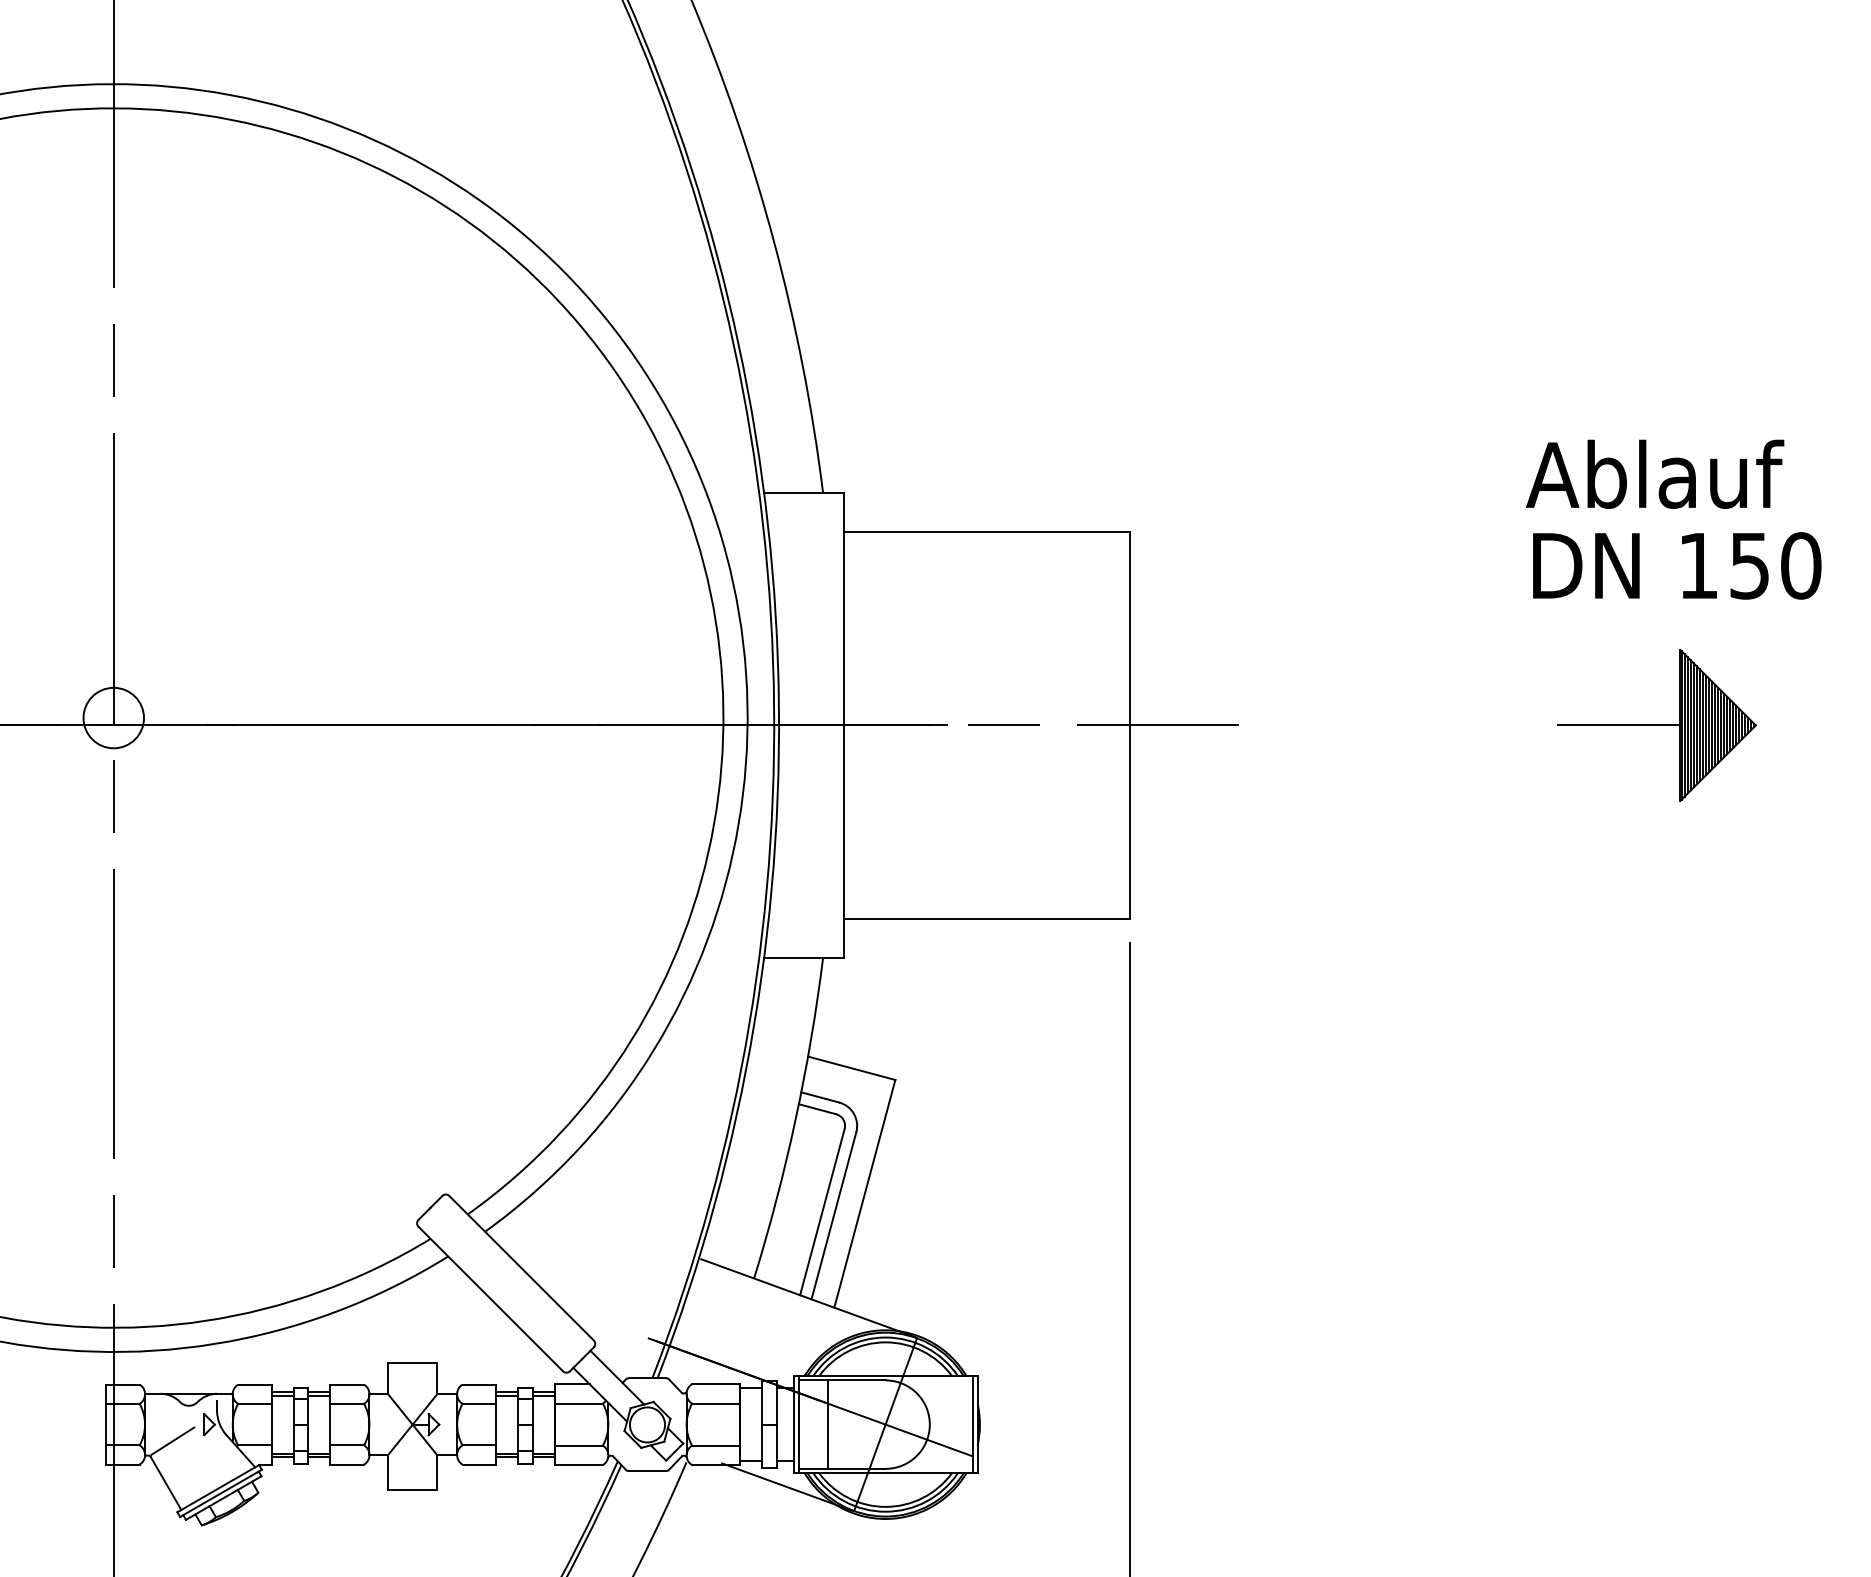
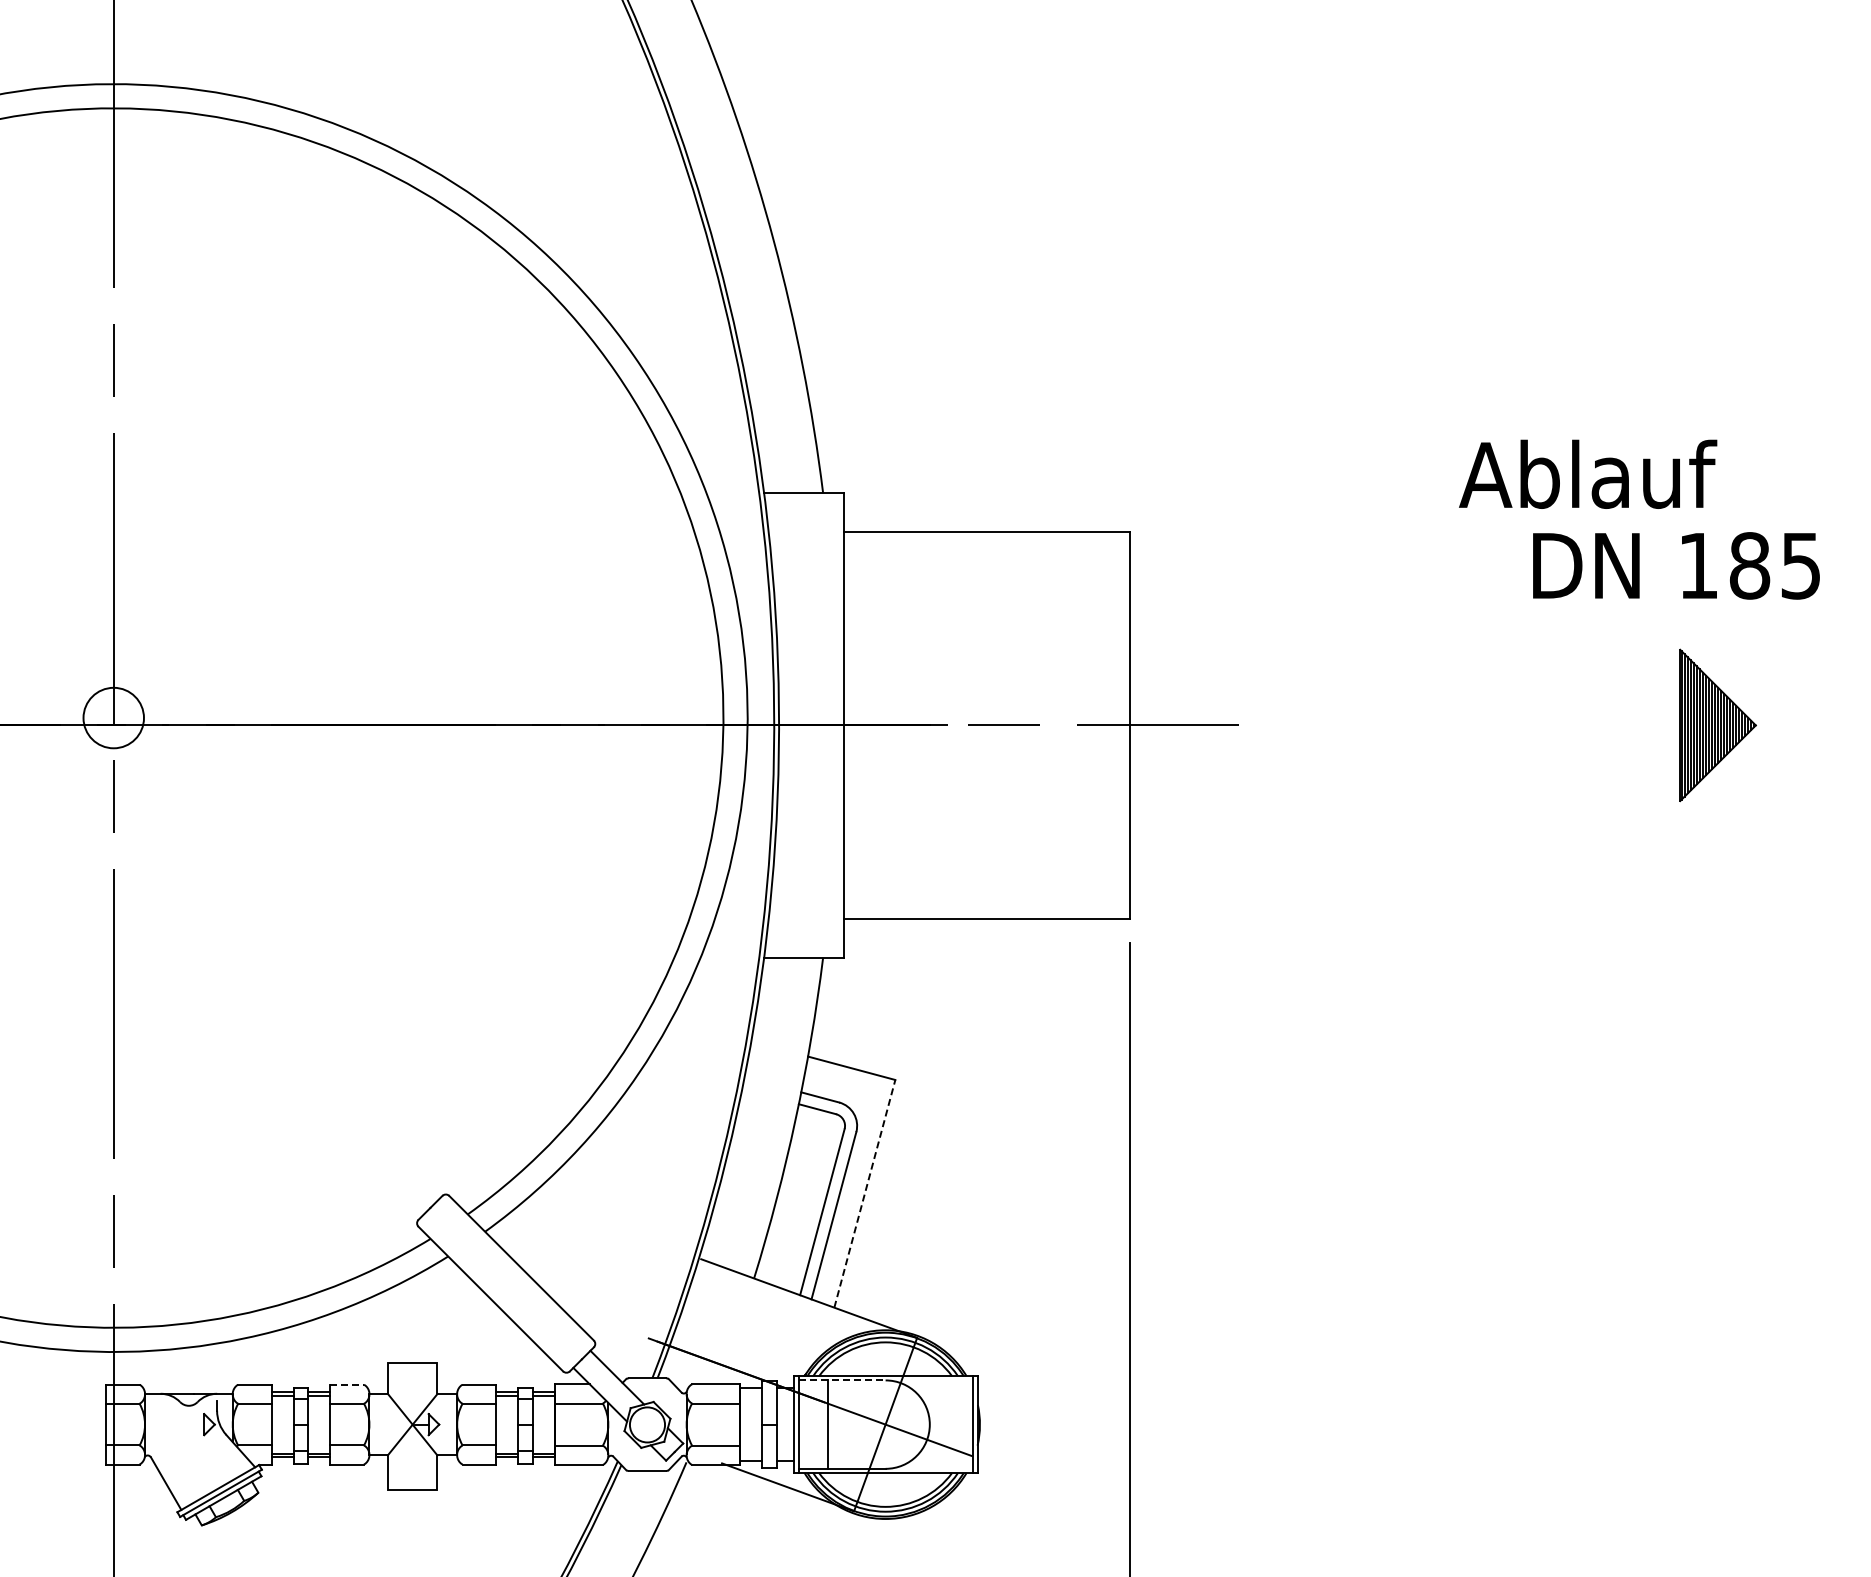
text at (1655, 473) position: (1655, 473) -> (1588, 473)
text at (1775, 565): 150 -> 185
line at (1618, 725): present -> none
line at (864, 1193): solid -> dashed
line at (842, 1380): solid -> dashed
line at (347, 1384): solid -> dashed
line at (172, 1440): present -> none
